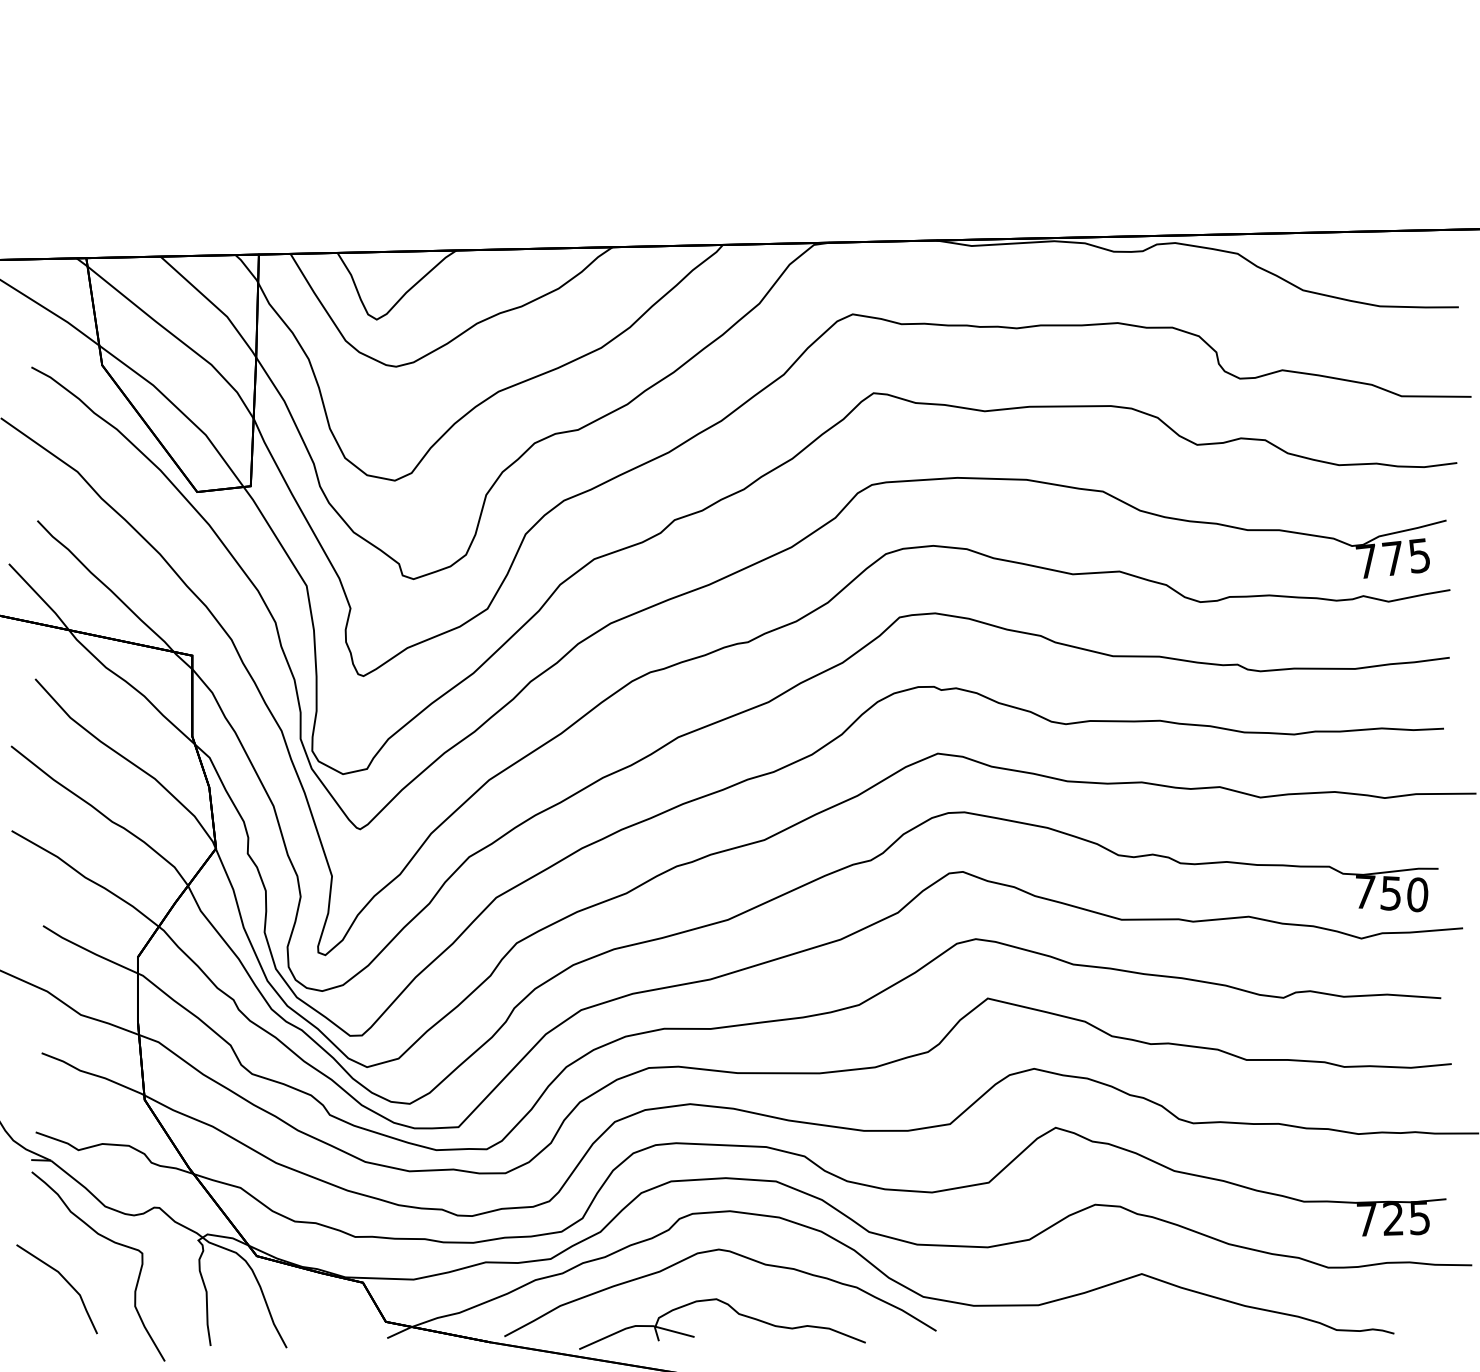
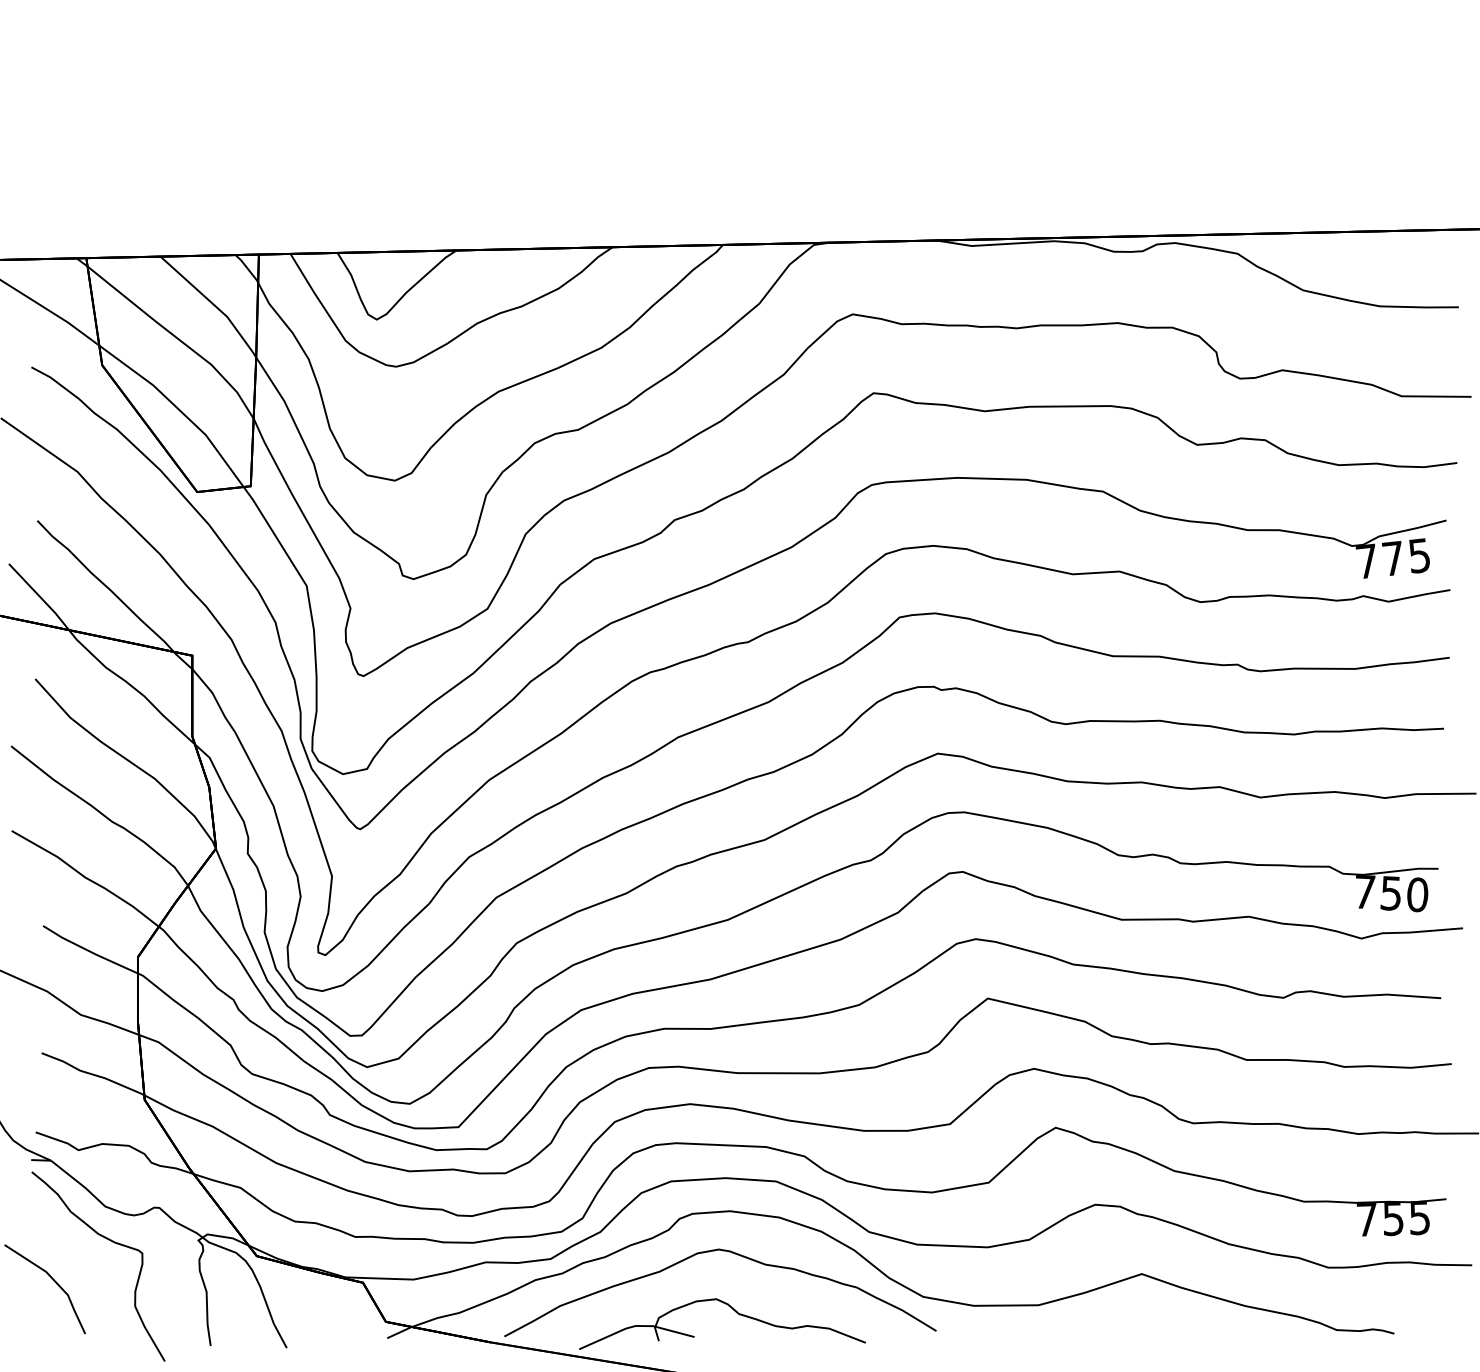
text at (1393, 1219): 725 -> 755
line at (64, 1280) position: (64, 1280) -> (52, 1280)
